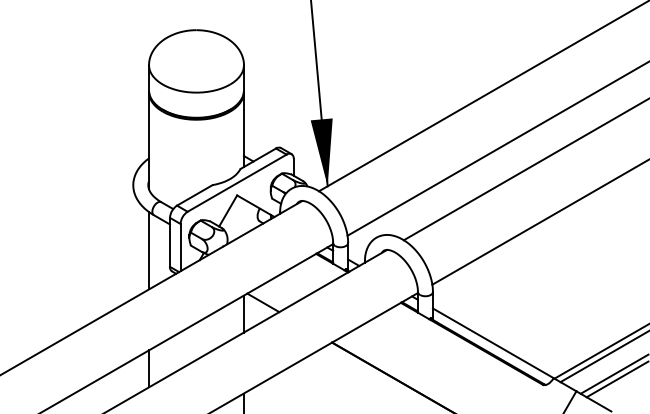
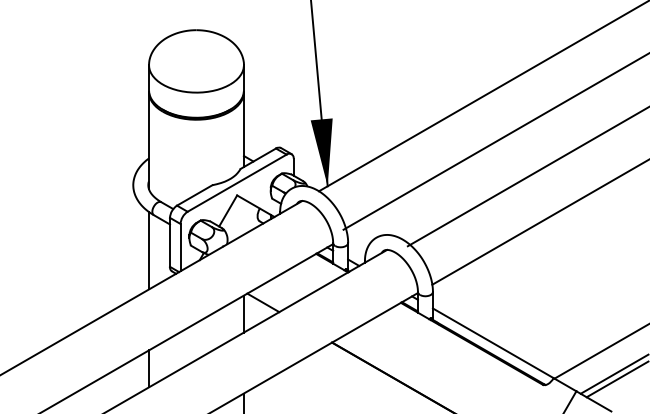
line at (496, 149) position: (496, 149) -> (494, 141)
line at (524, 170) position: (524, 170) -> (526, 177)
line at (603, 357): present -> none
